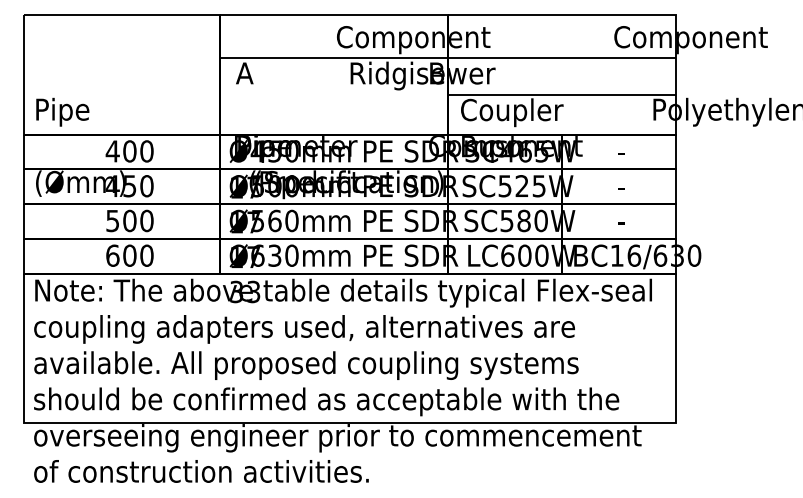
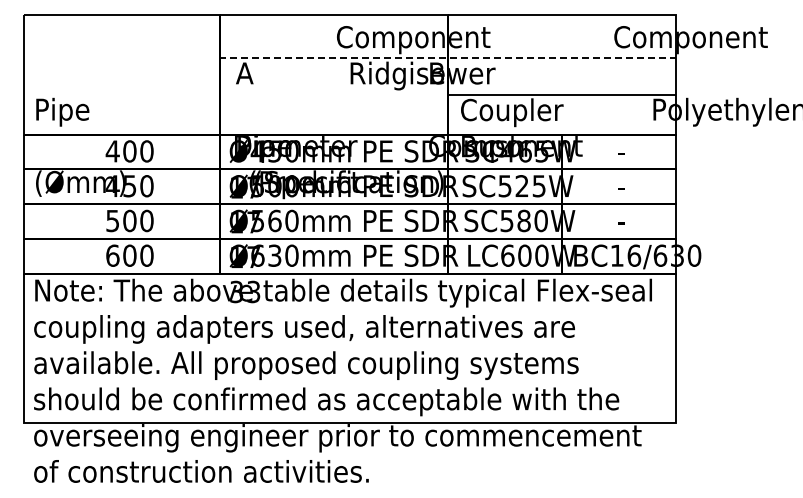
line at (448, 58): solid -> dashed
